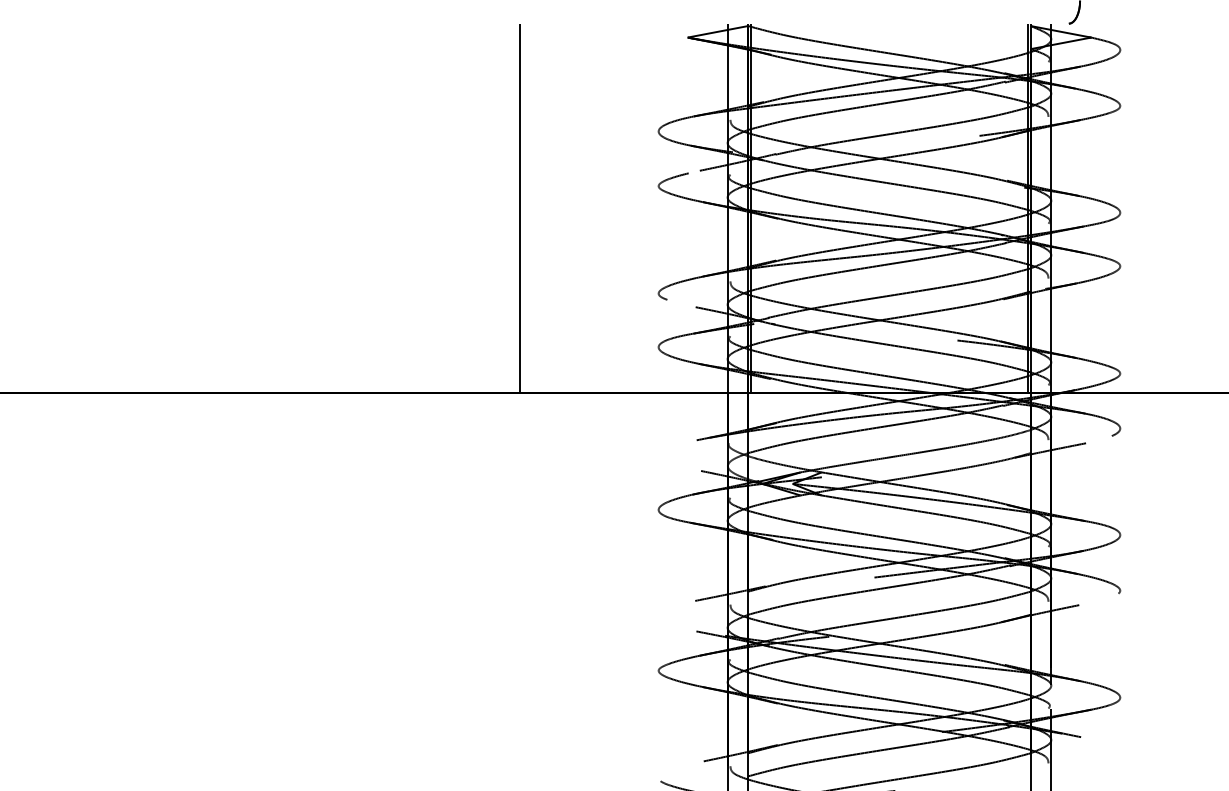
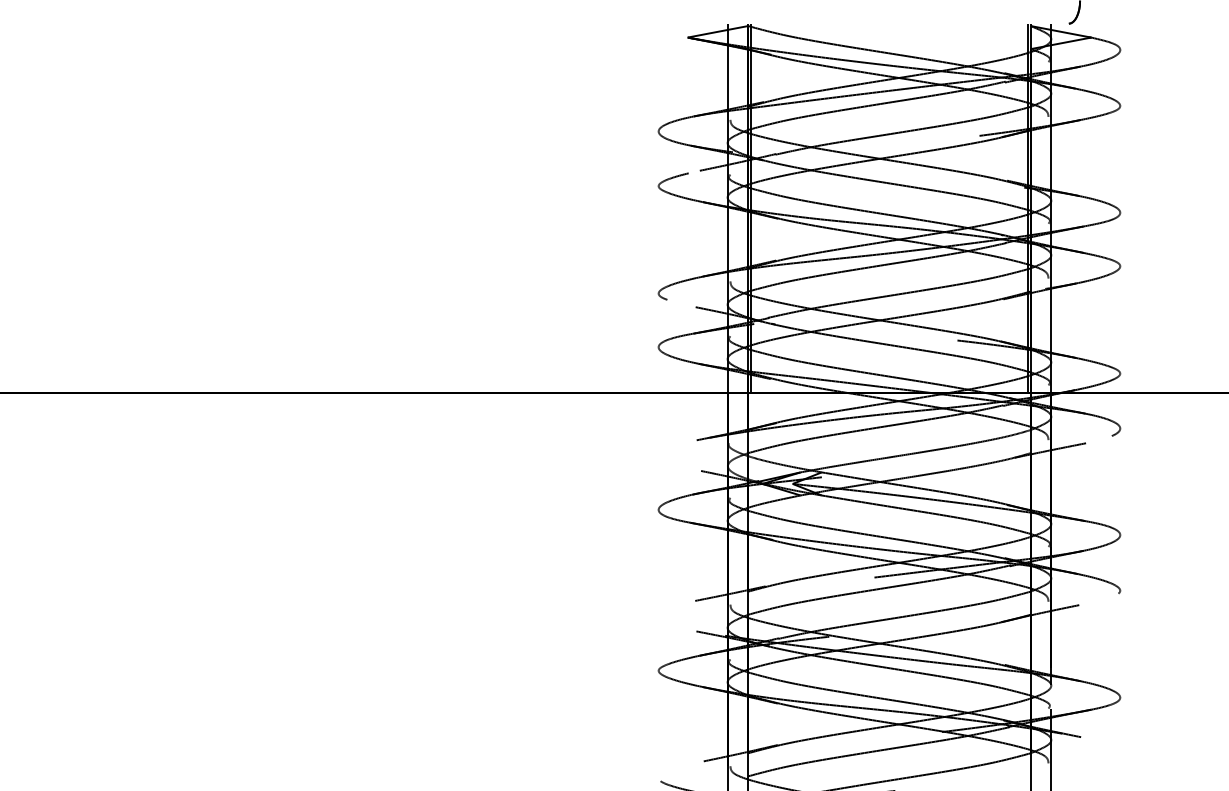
line at (520, 208): present -> none
